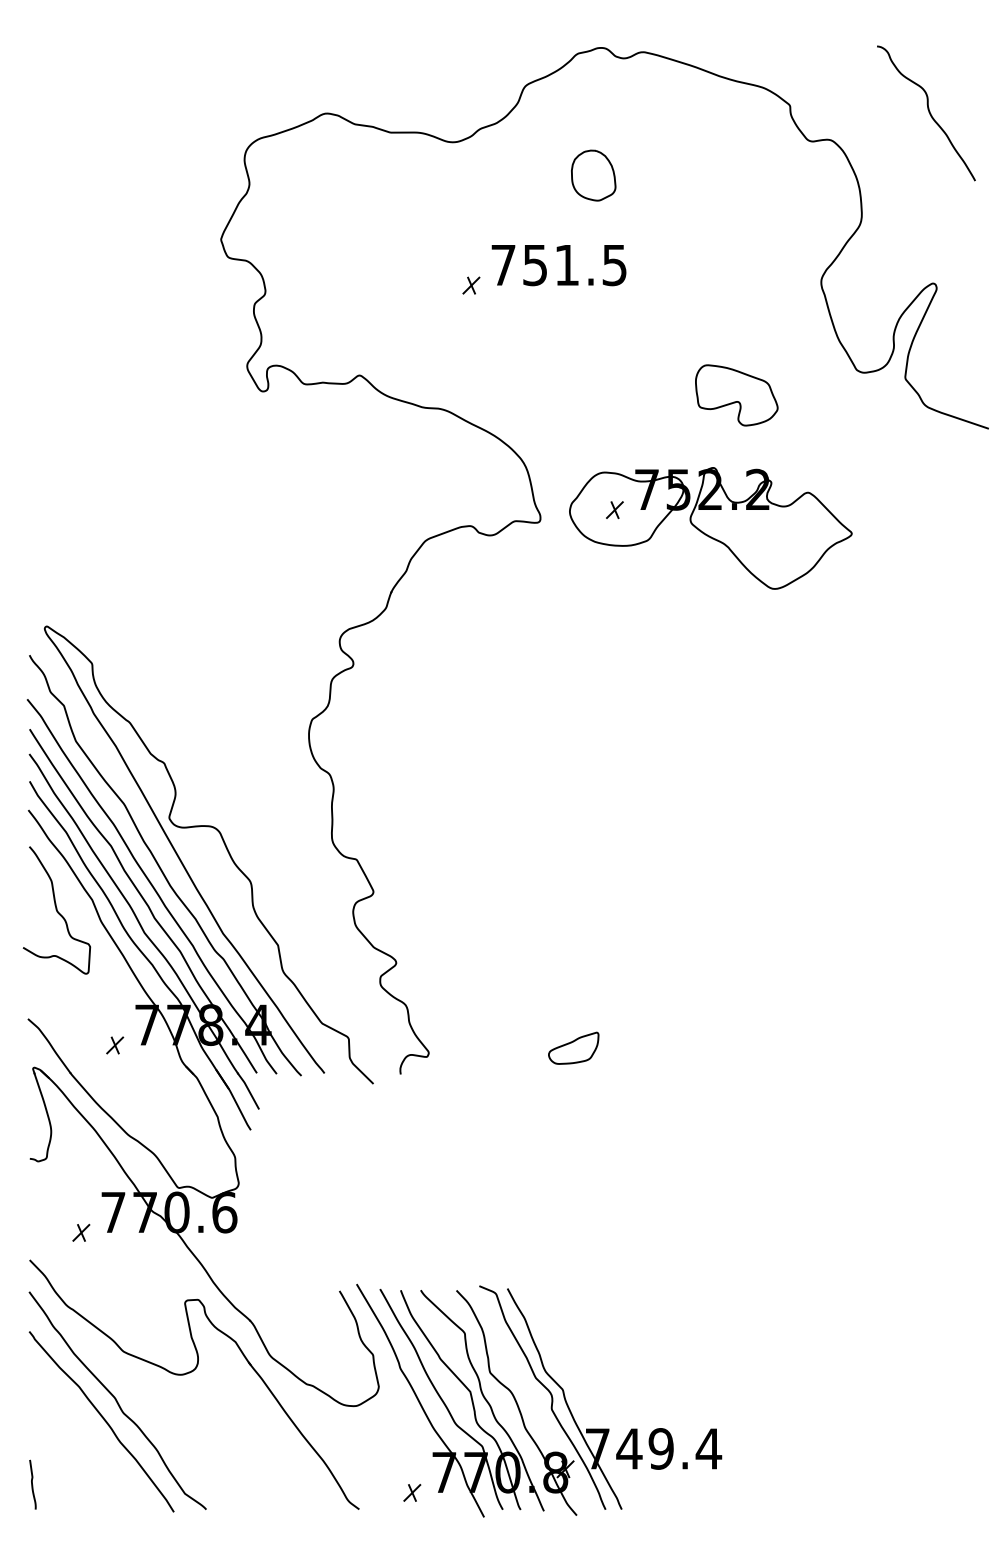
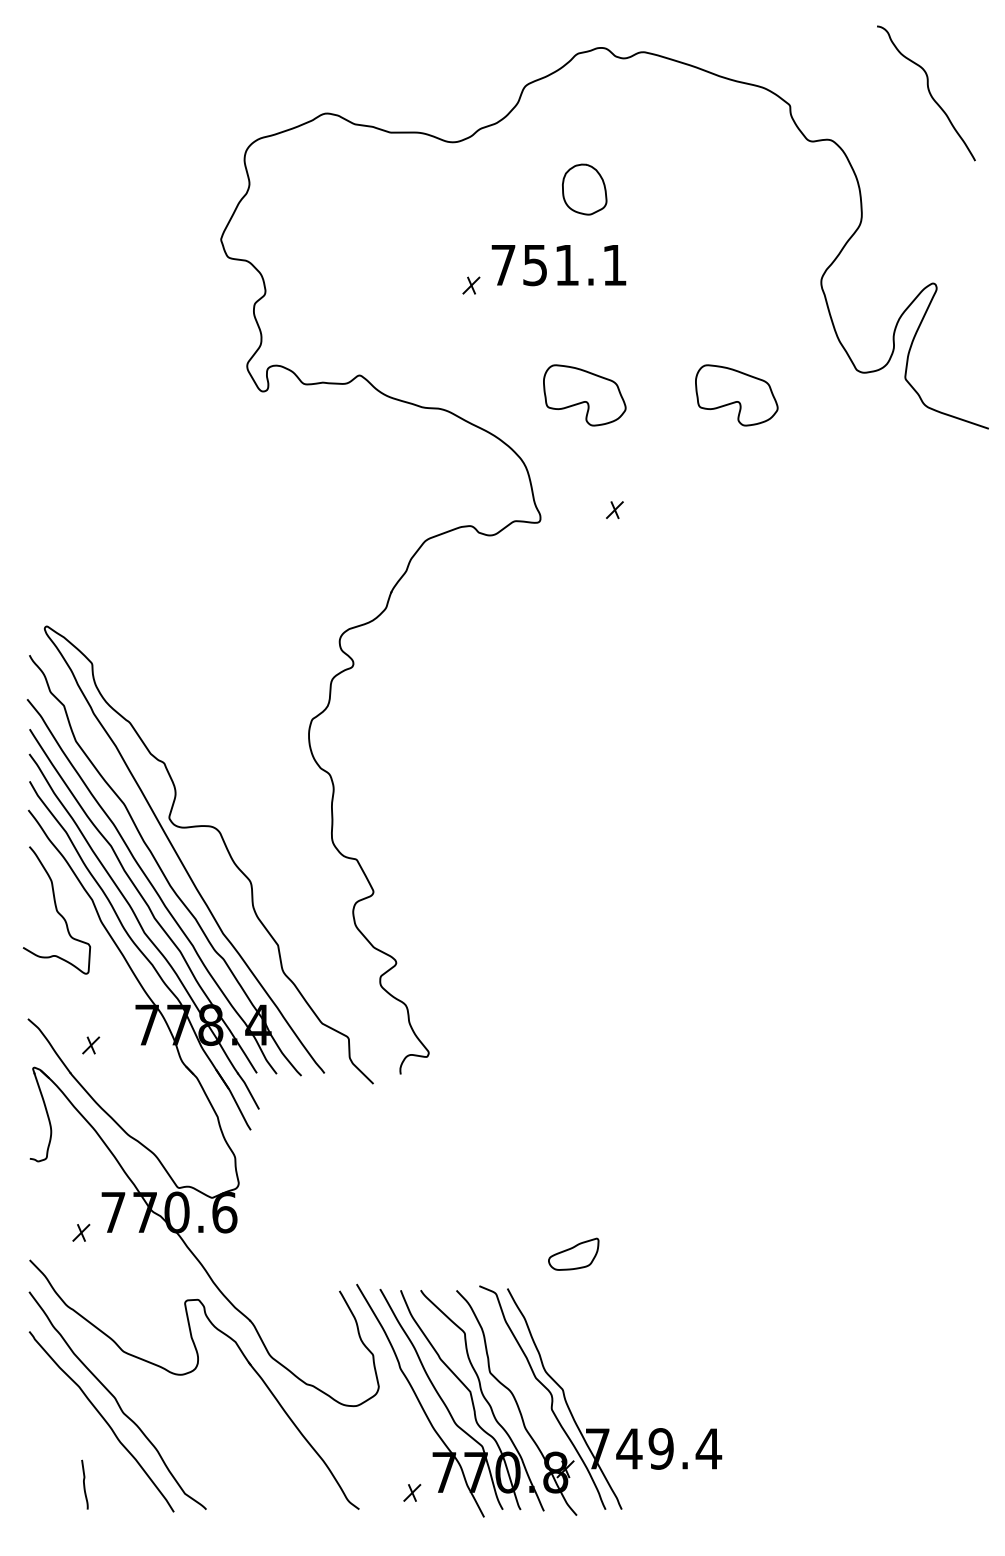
curve at (928, 112) position: (928, 112) -> (928, 92)
part at (593, 175) position: (593, 175) -> (584, 189)
text at (614, 265): 751.5 -> 751.1
part at (584, 395): none -> present
part at (710, 528): present -> none
part at (115, 1045) position: (115, 1045) -> (91, 1045)
part at (573, 1047) position: (573, 1047) -> (573, 1253)
curve at (32, 1484) position: (32, 1484) -> (84, 1484)
